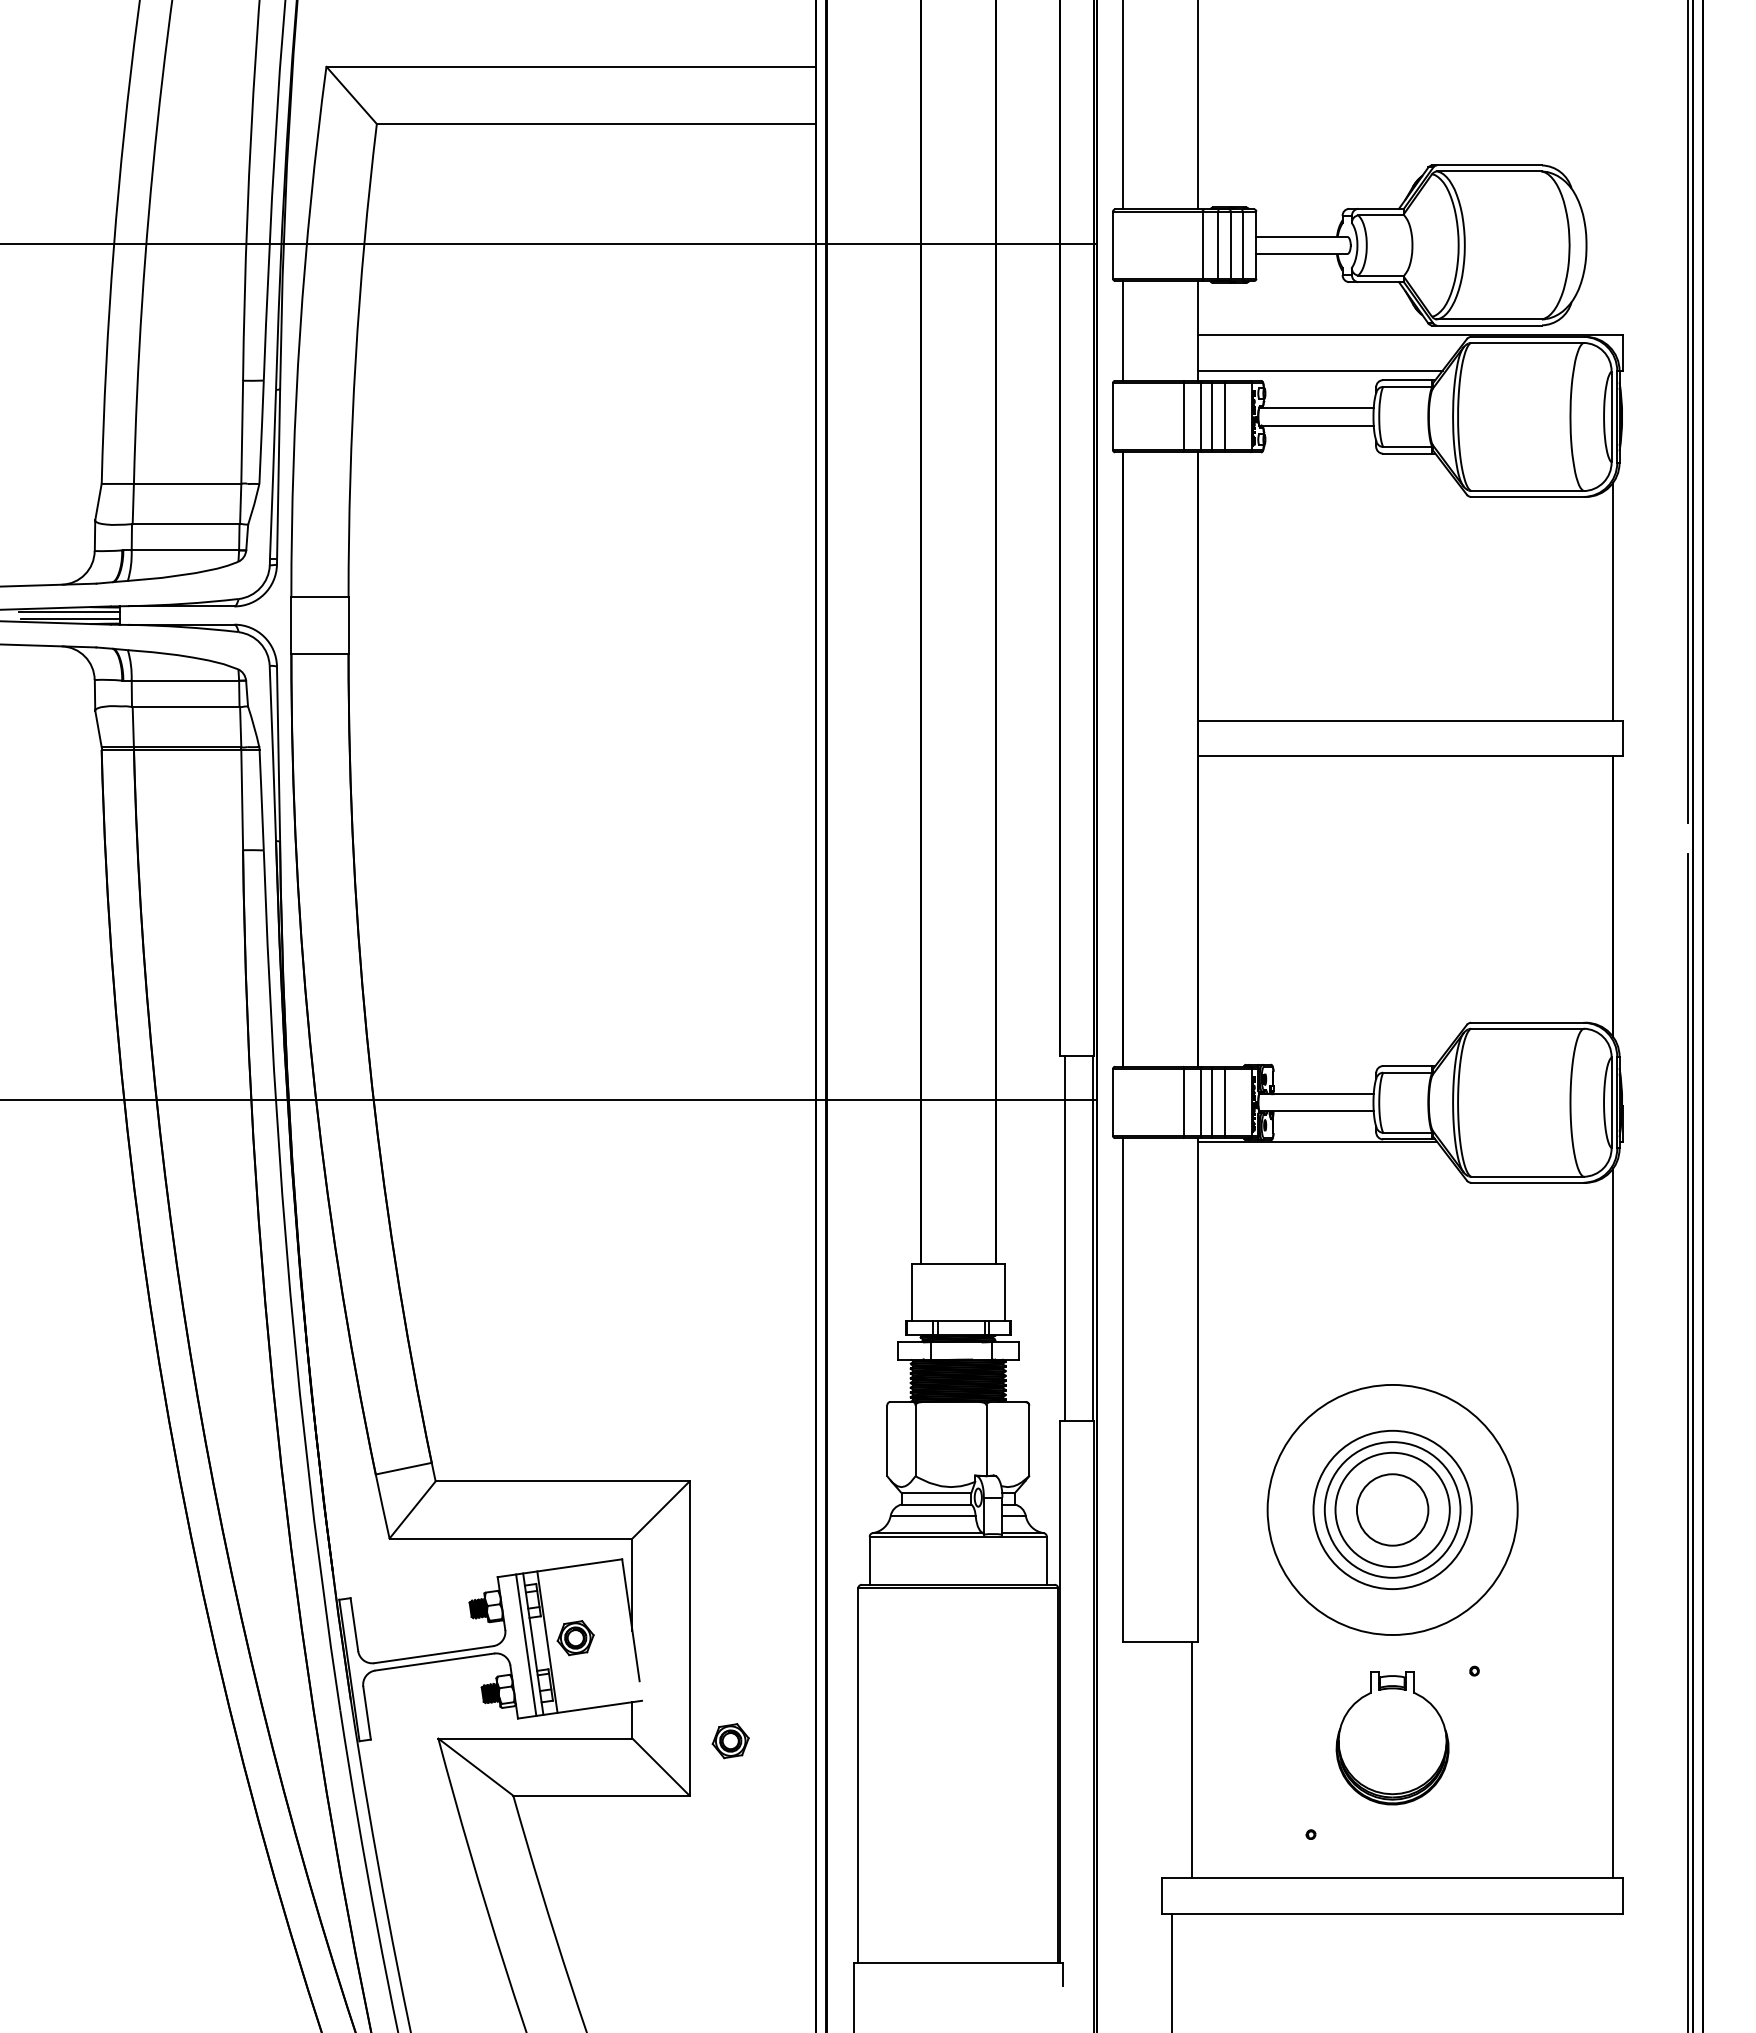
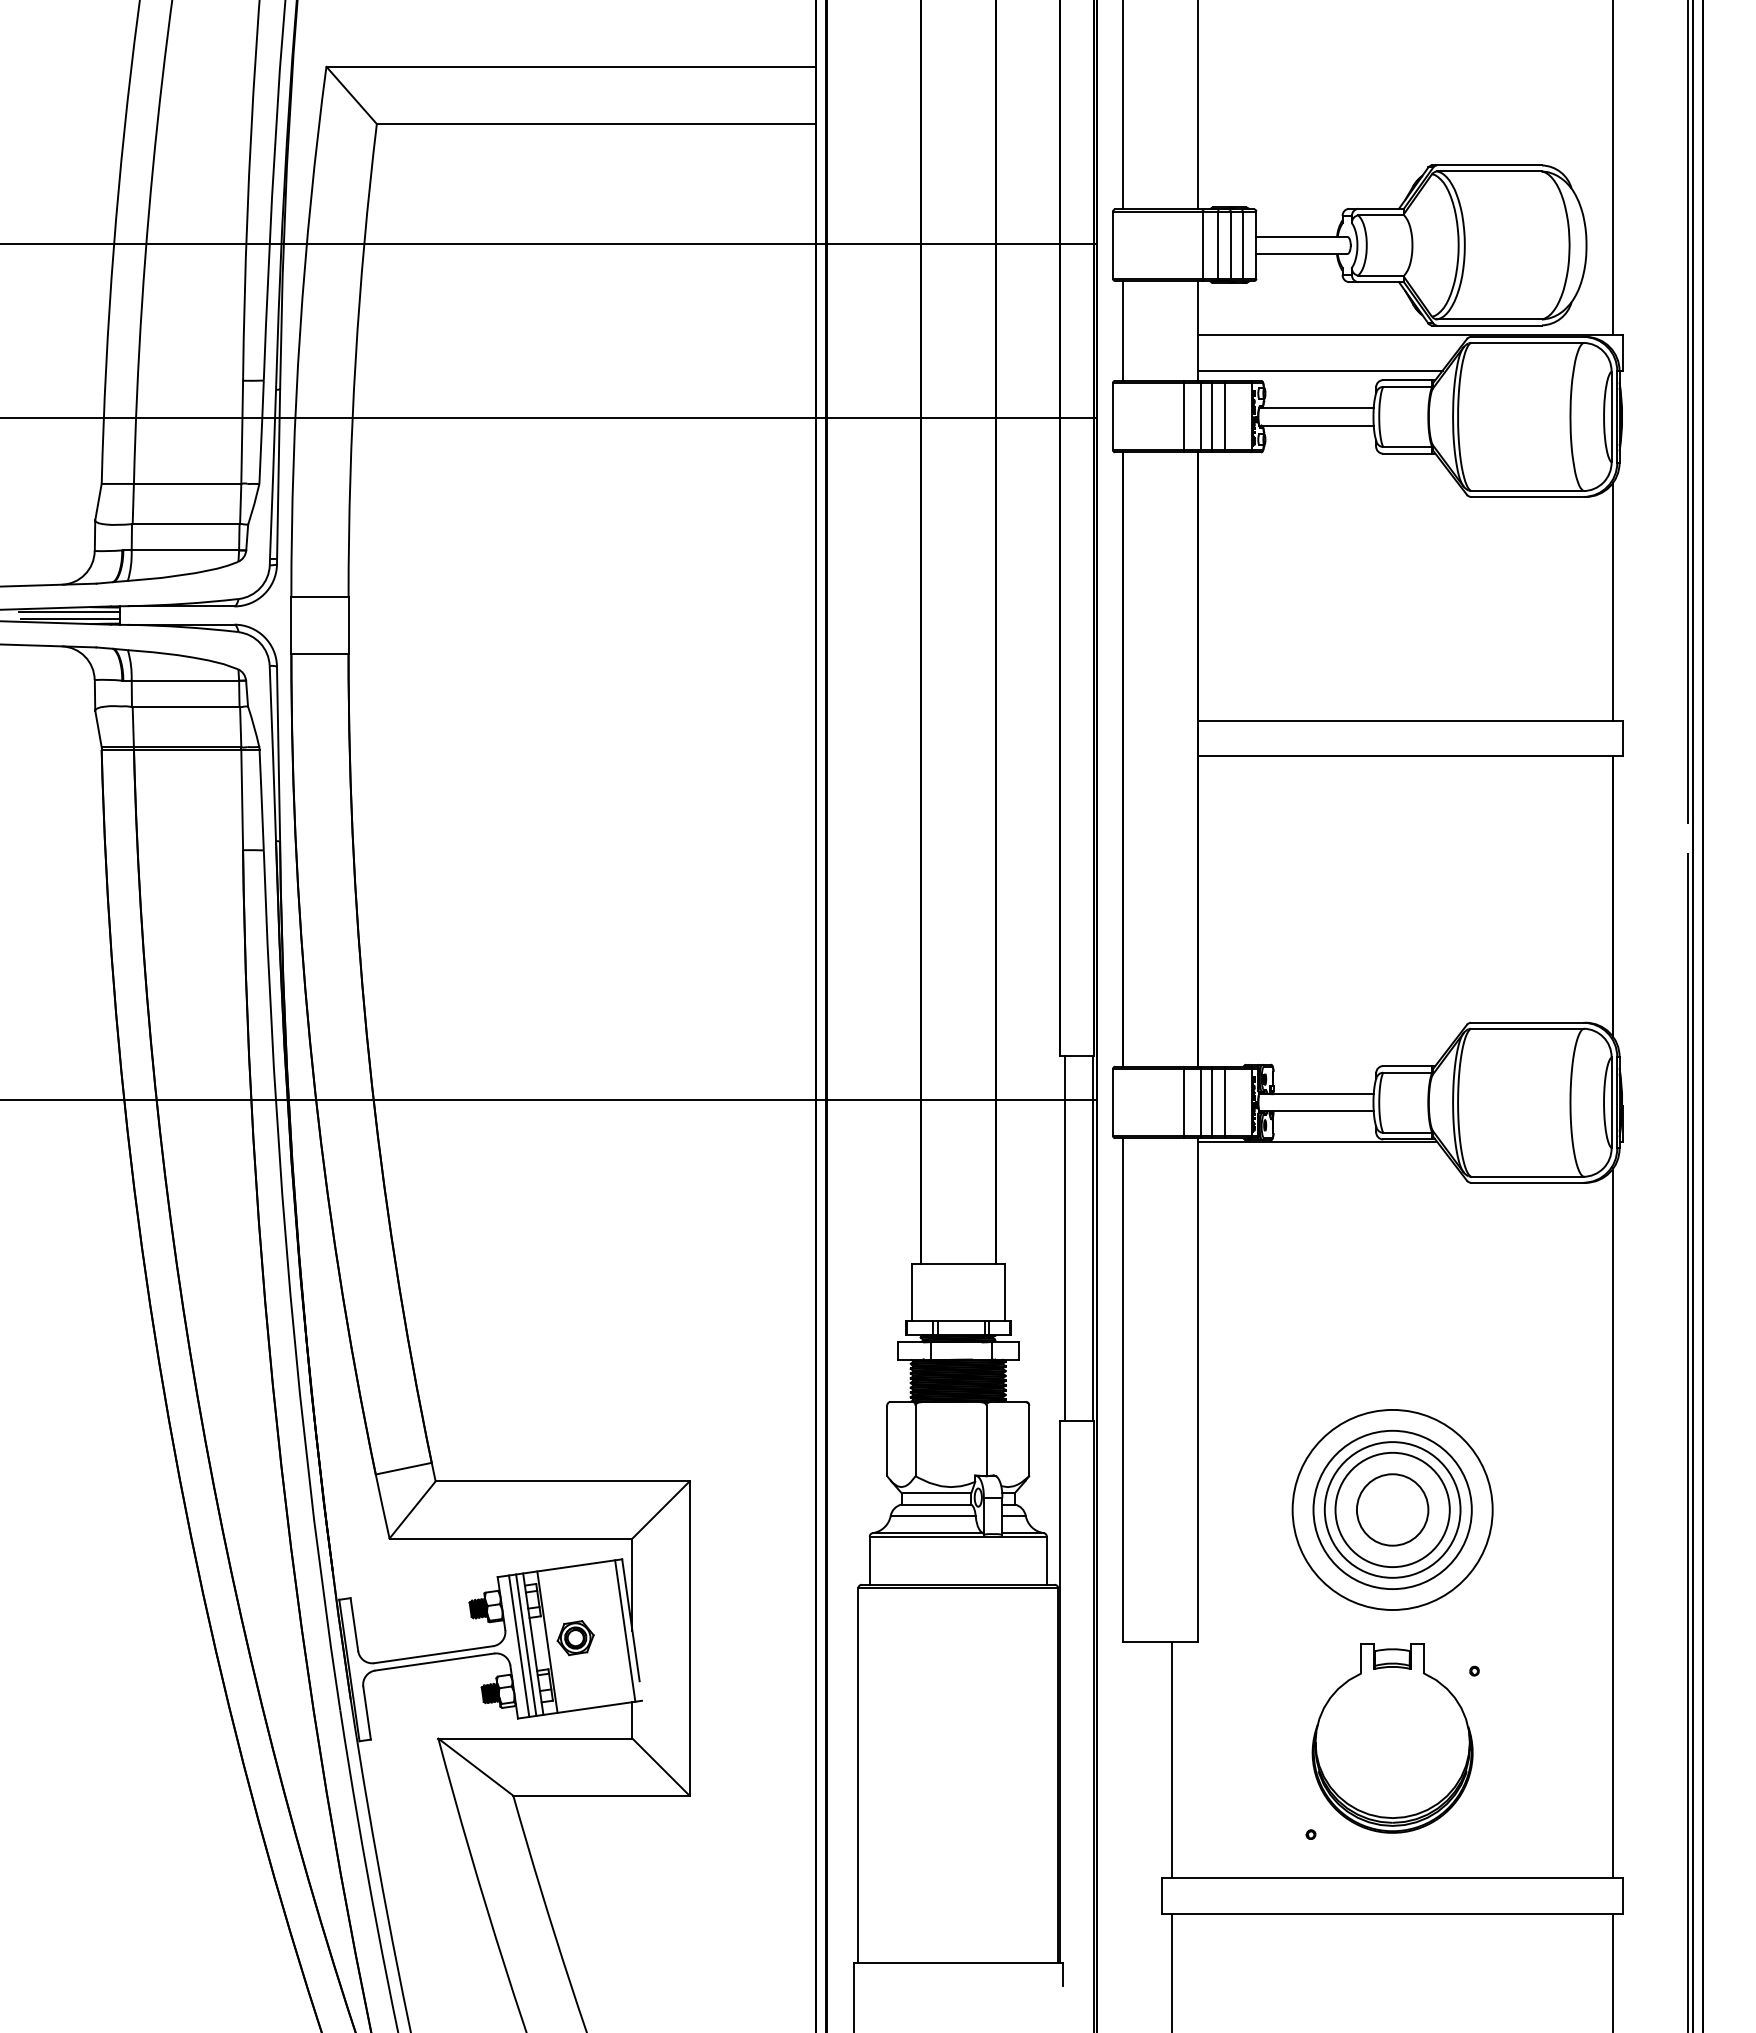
line at (1613, 168): none -> present
line at (549, 417): none -> present
circle at (1392, 1509) diameter: 250 px -> 200 px
line at (625, 1630): none -> present
line at (519, 1645): none -> present
part at (1392, 1738) size: 115x135 px -> 163x191 px
part at (730, 1741): present -> none
line at (1192, 1759) position: (1192, 1759) -> (1172, 1759)
line at (1613, 1971): none -> present
